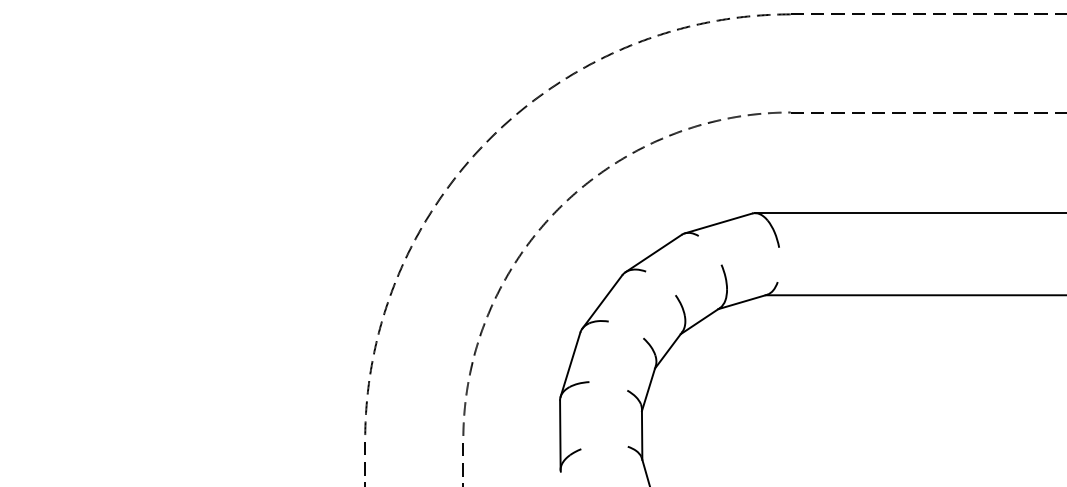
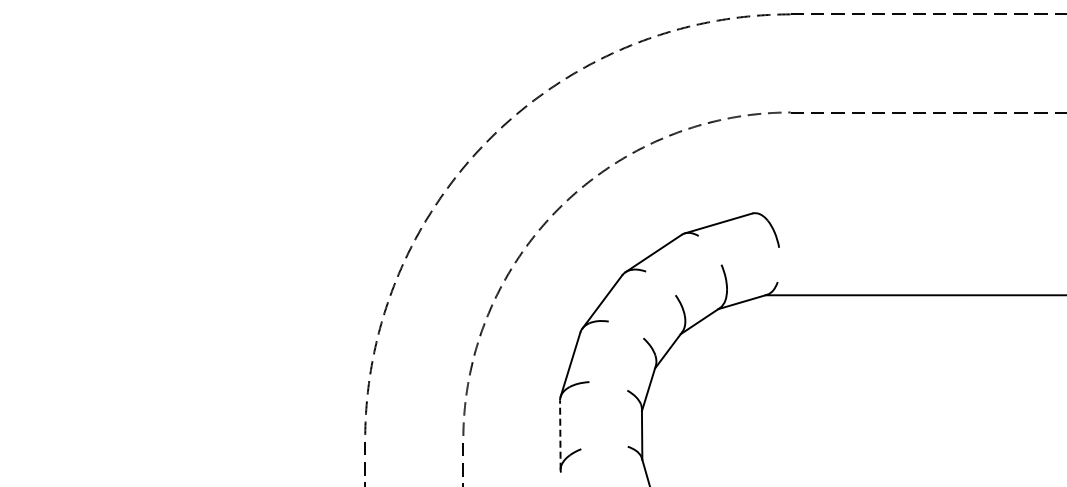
line at (909, 213): present -> none
line at (560, 435): solid -> dashed
